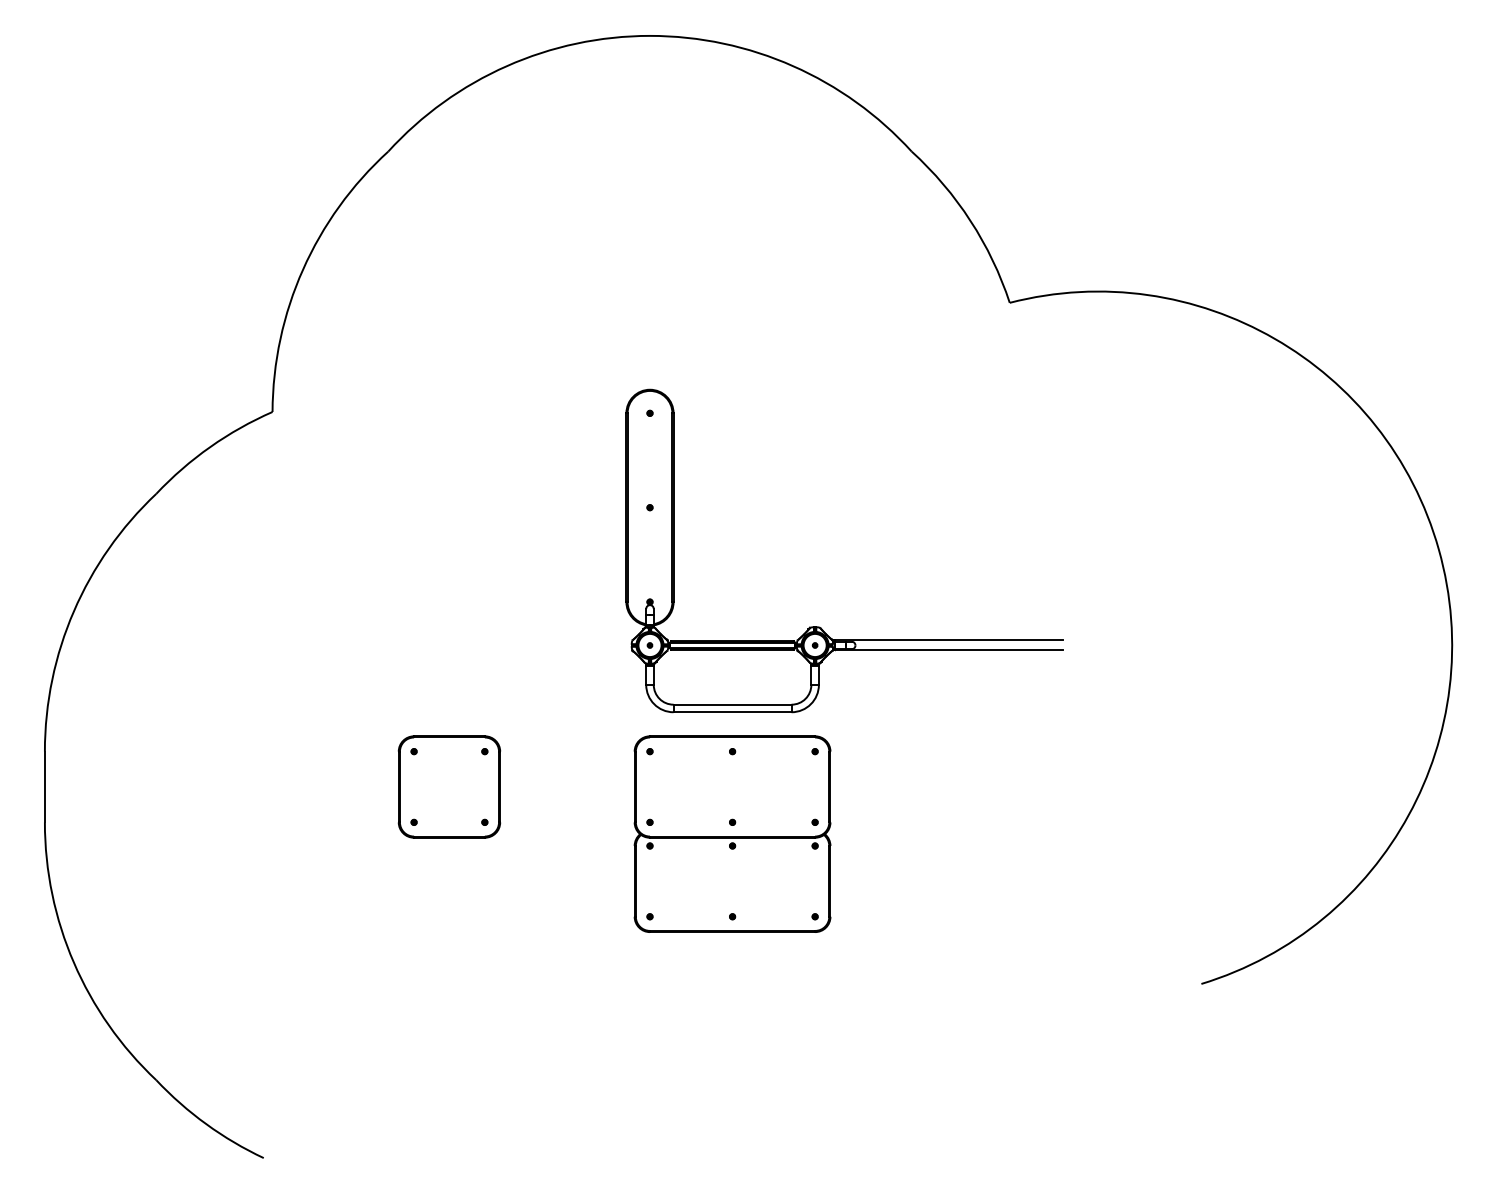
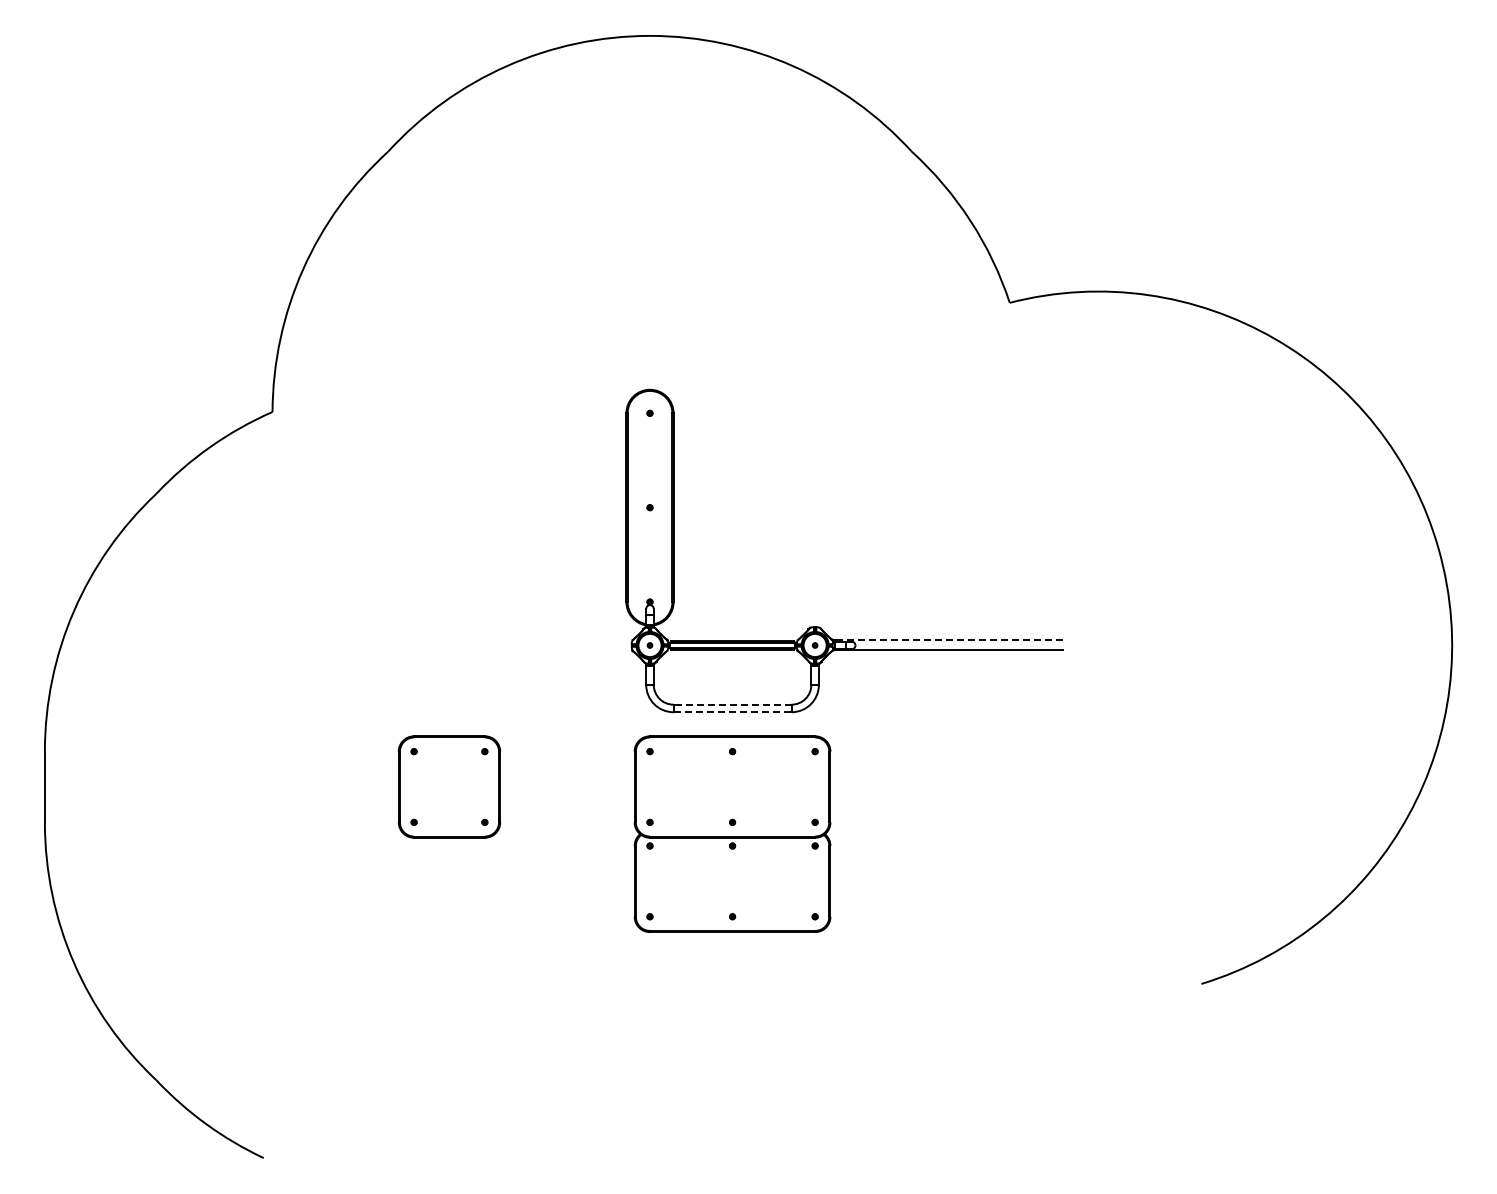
line at (949, 640): solid -> dashed
line at (732, 704): solid -> dashed
line at (732, 712): solid -> dashed
